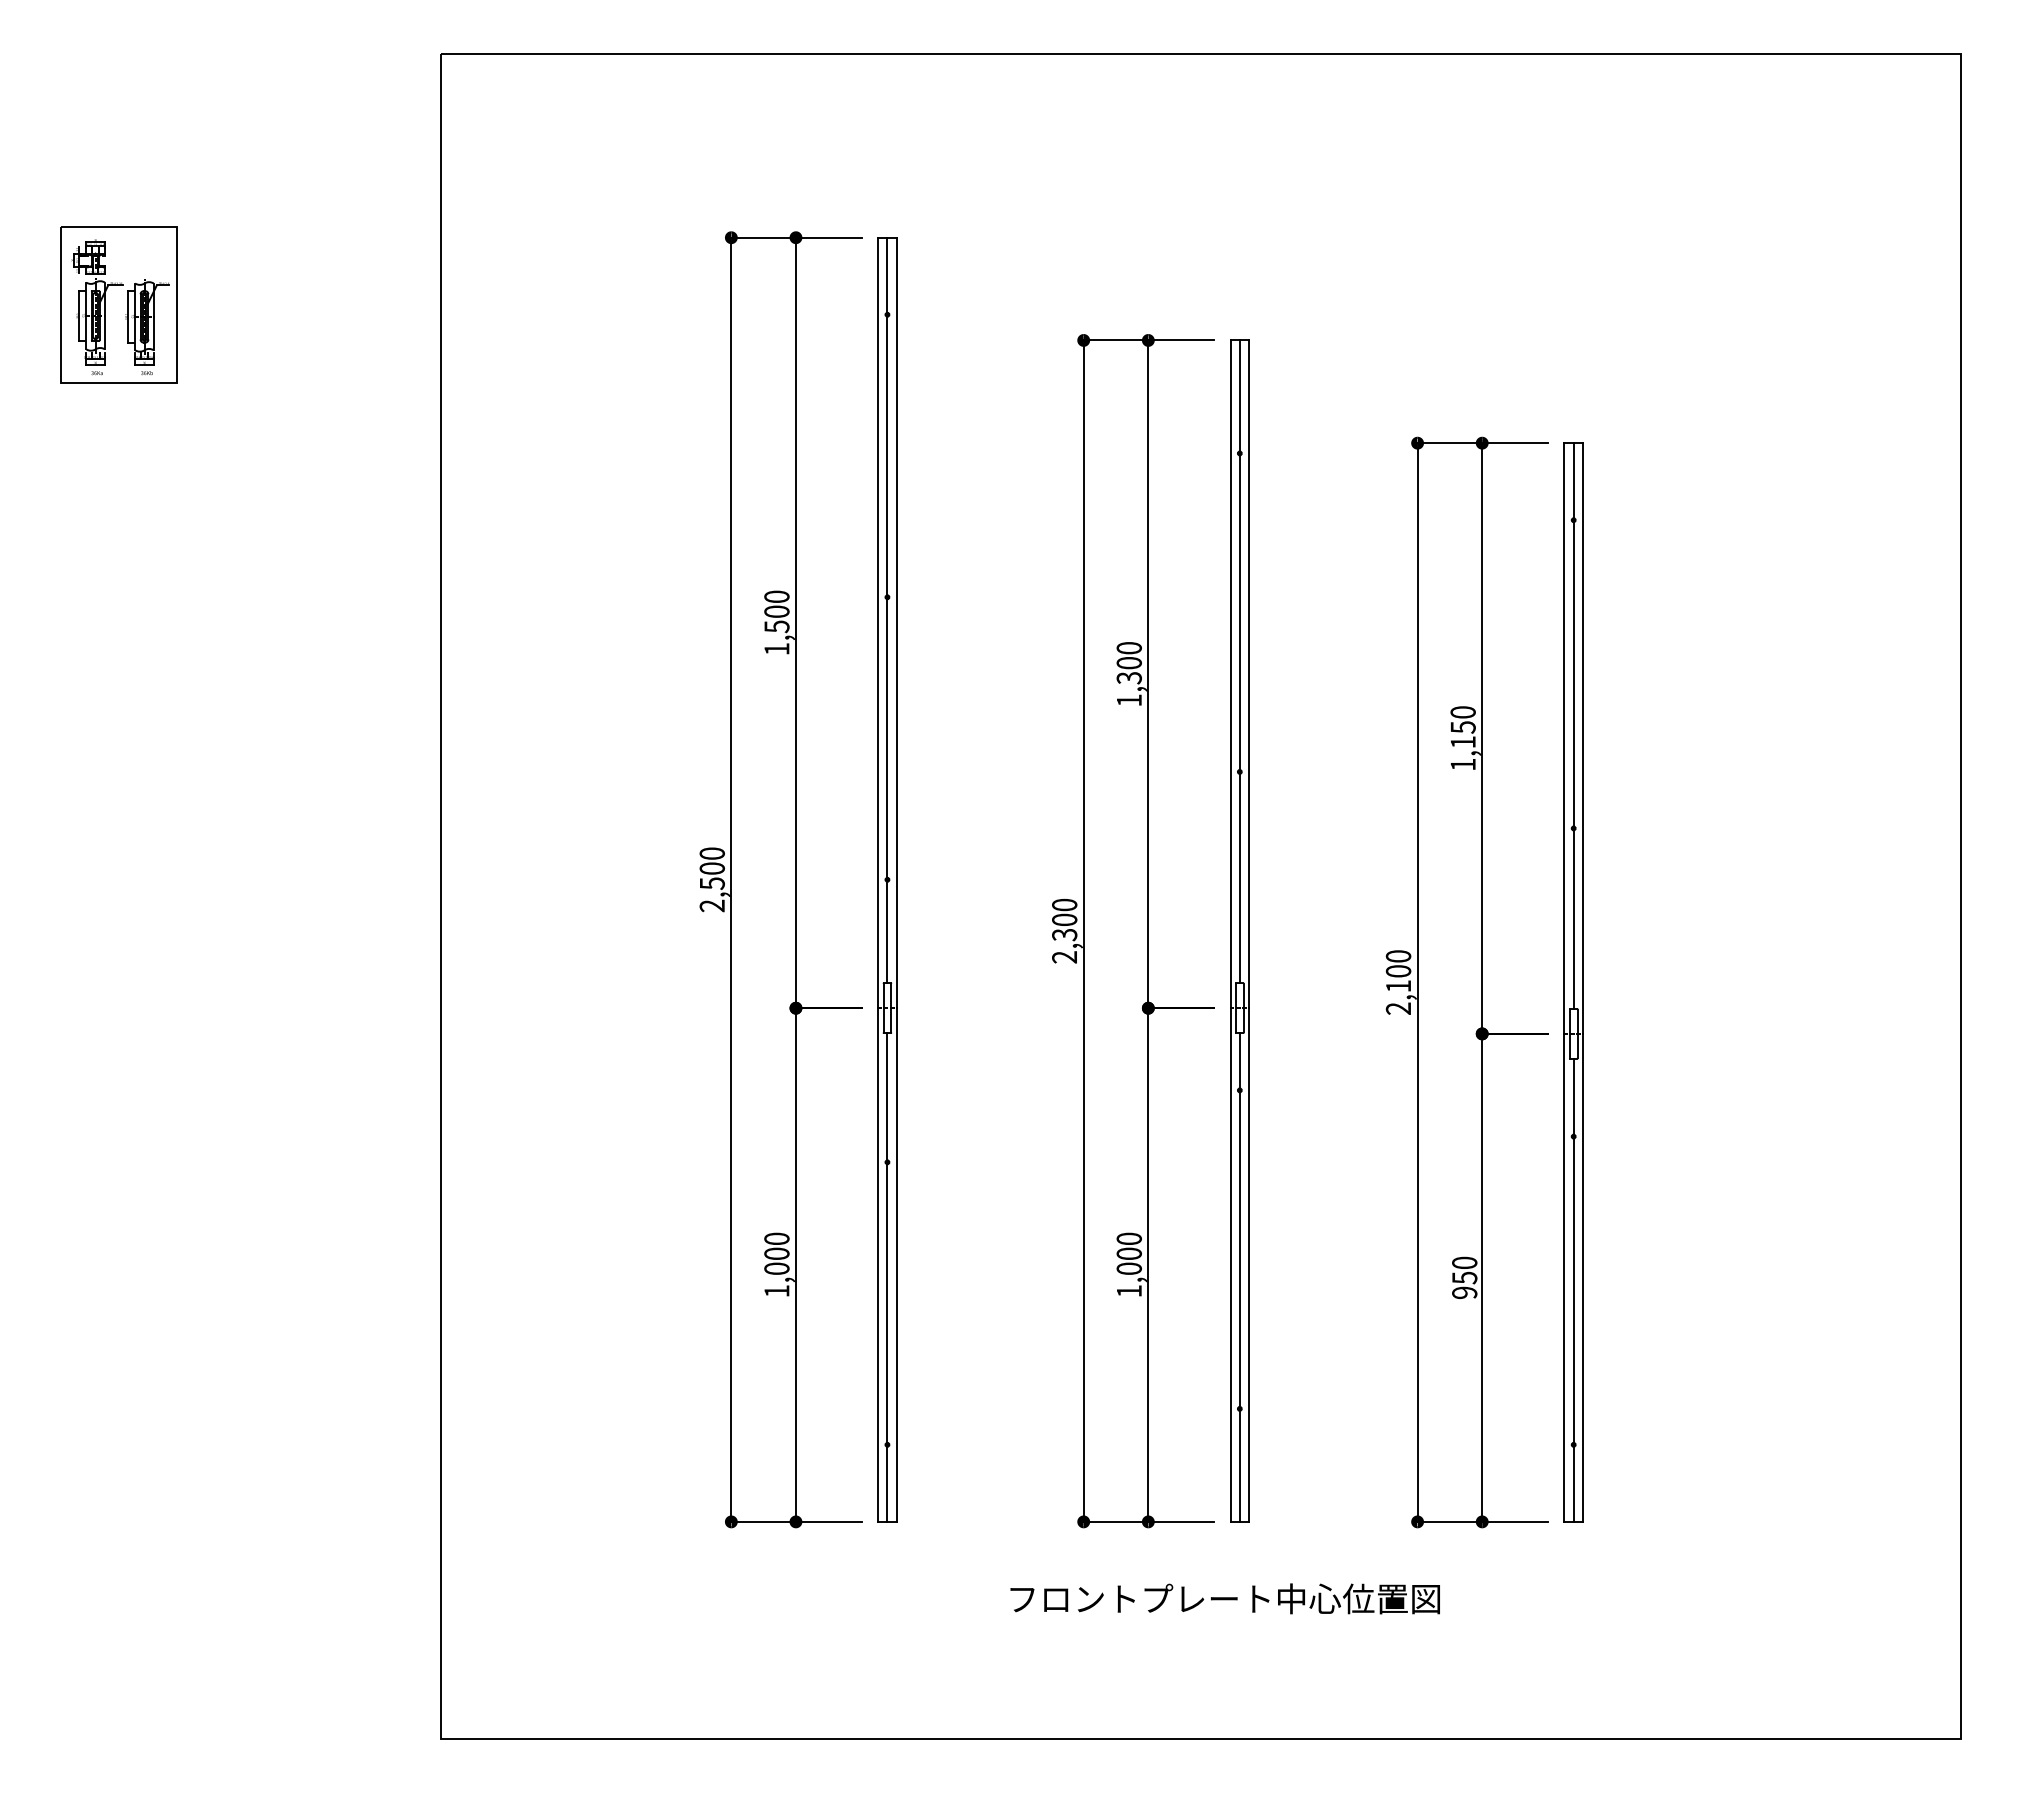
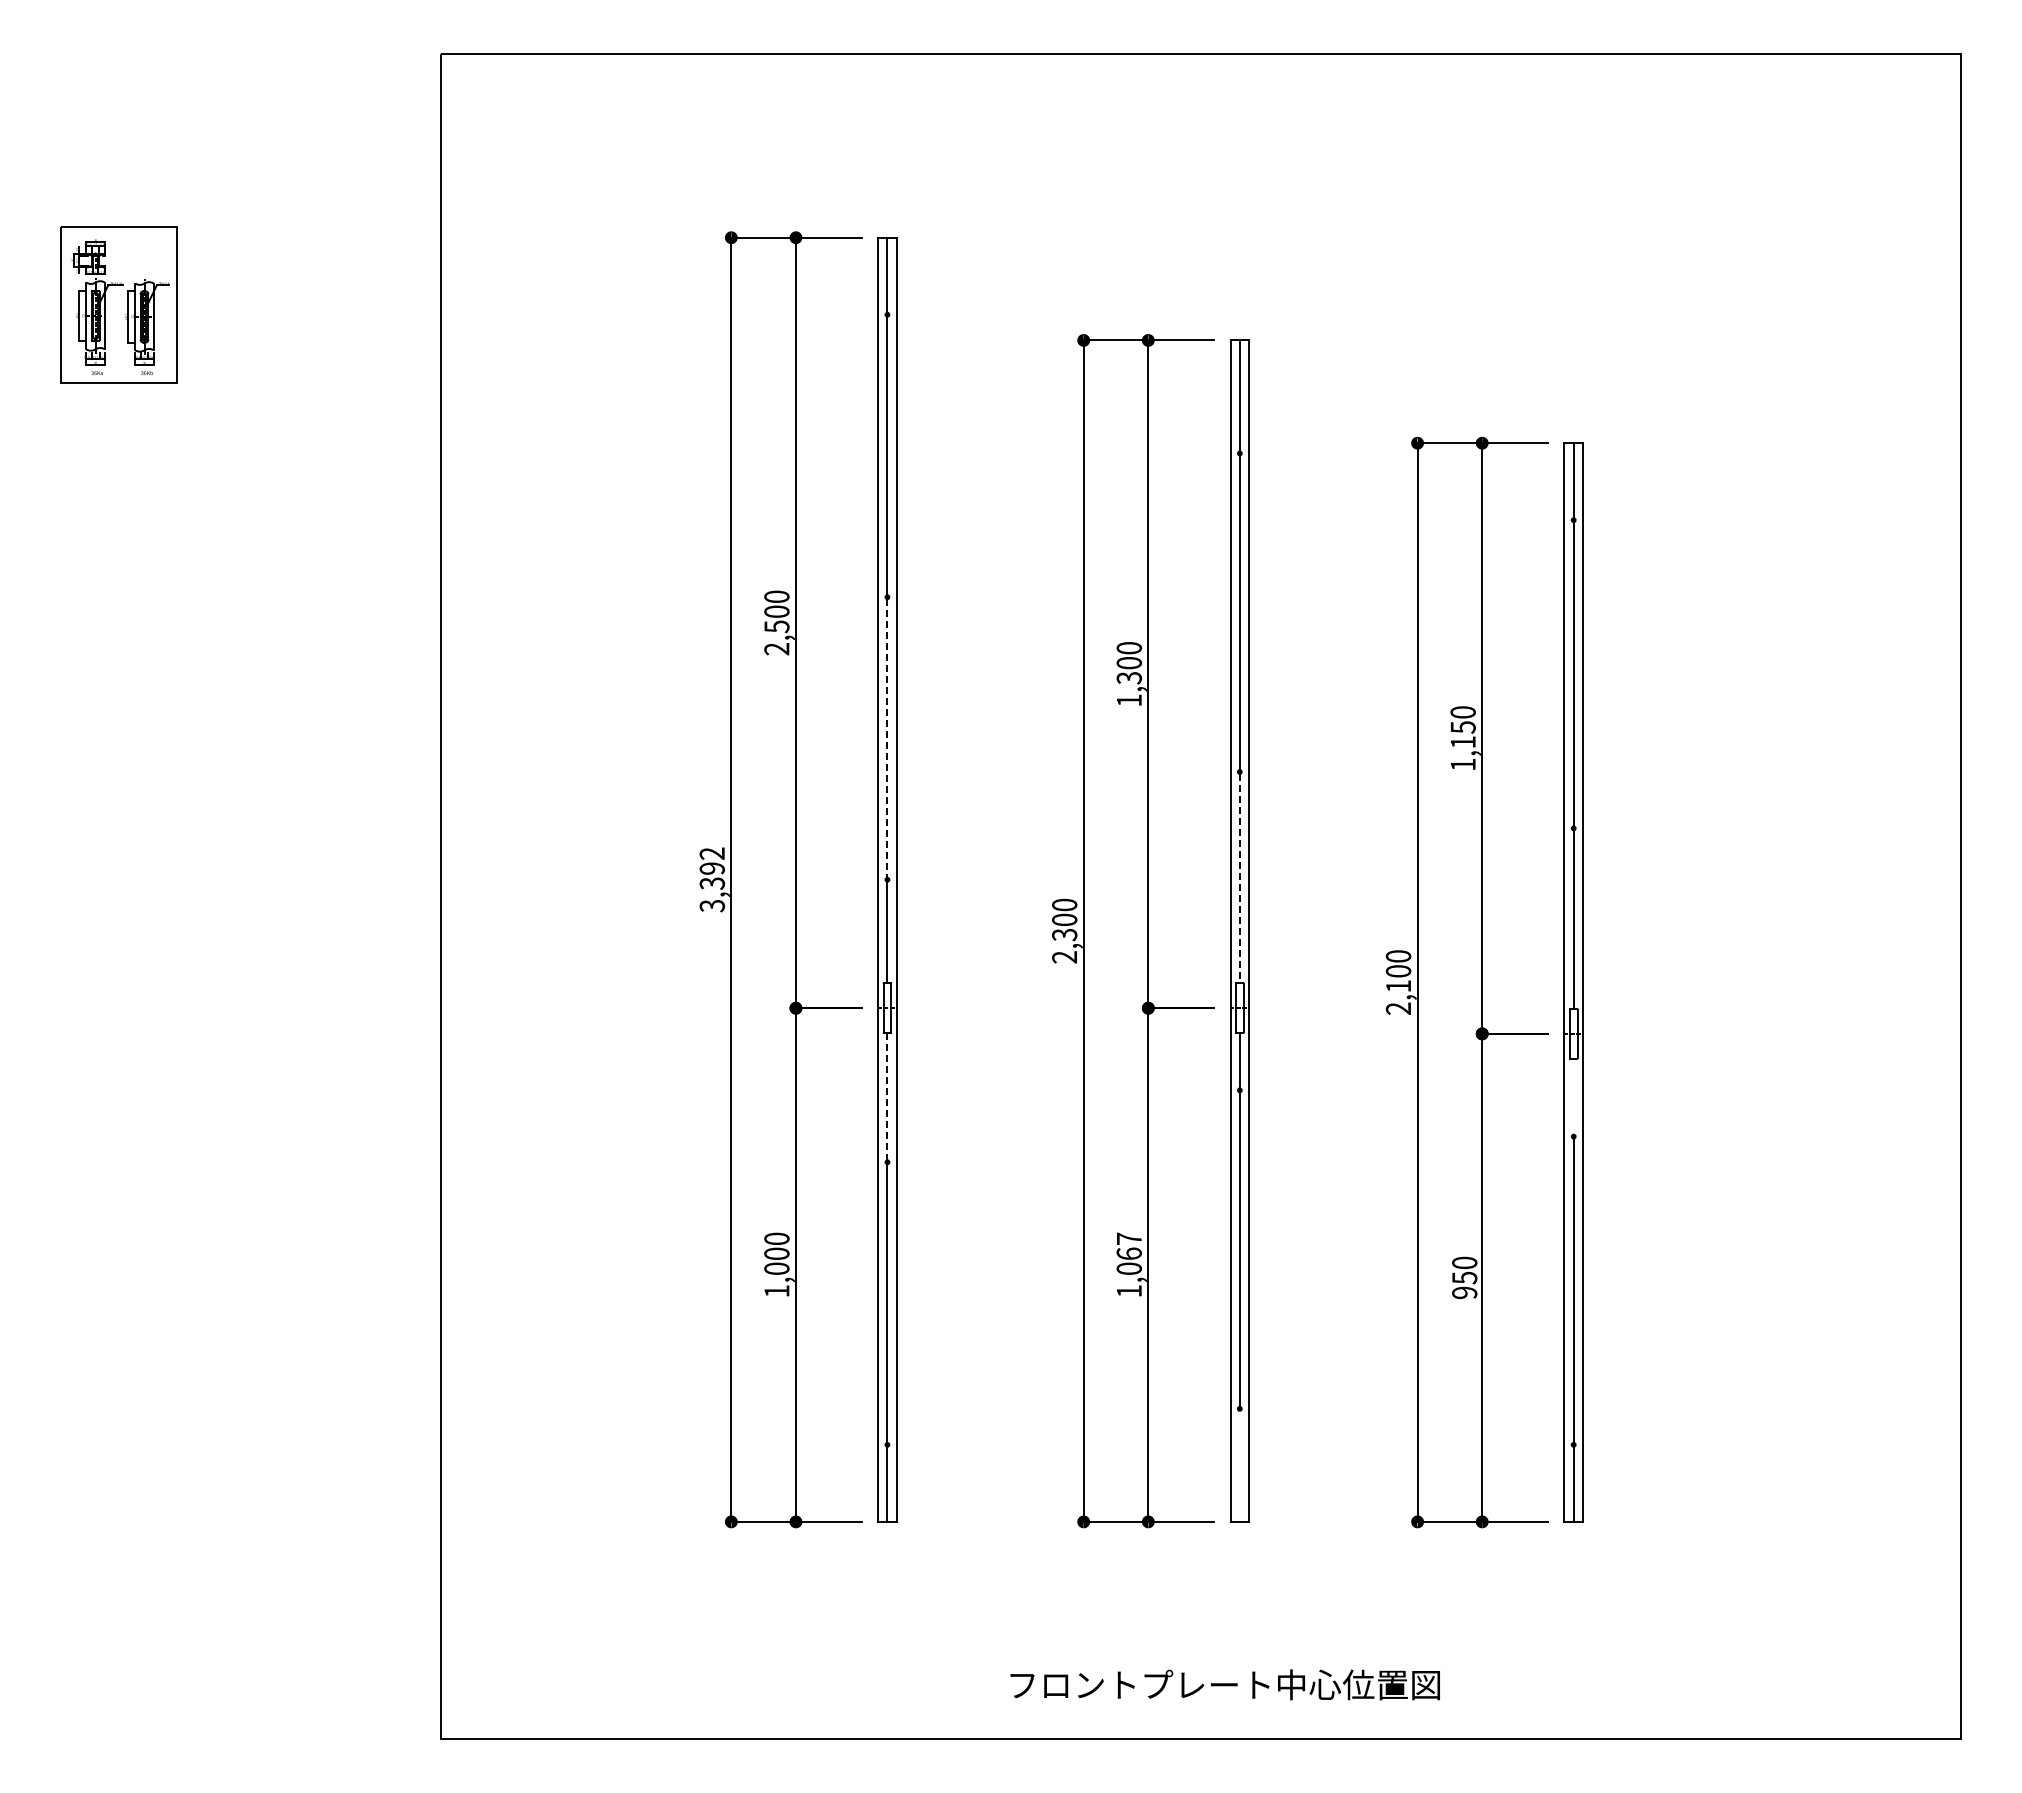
text at (776, 649): 1,500 -> 2,500
line at (887, 739): solid -> dashed
line at (1239, 878): solid -> dashed
text at (711, 879): 2,500 -> 3,392
line at (887, 1096): solid -> dashed
line at (1573, 1096): present -> none
text at (1128, 1245): 1,000 -> 1,067
line at (1239, 1465): present -> none
text at (1224, 1598) position: (1224, 1598) -> (1224, 1684)
